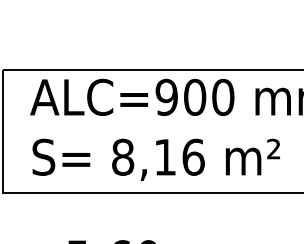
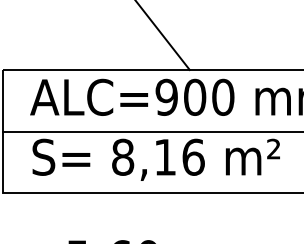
line at (162, 36): none -> present
line at (151, 131): none -> present
